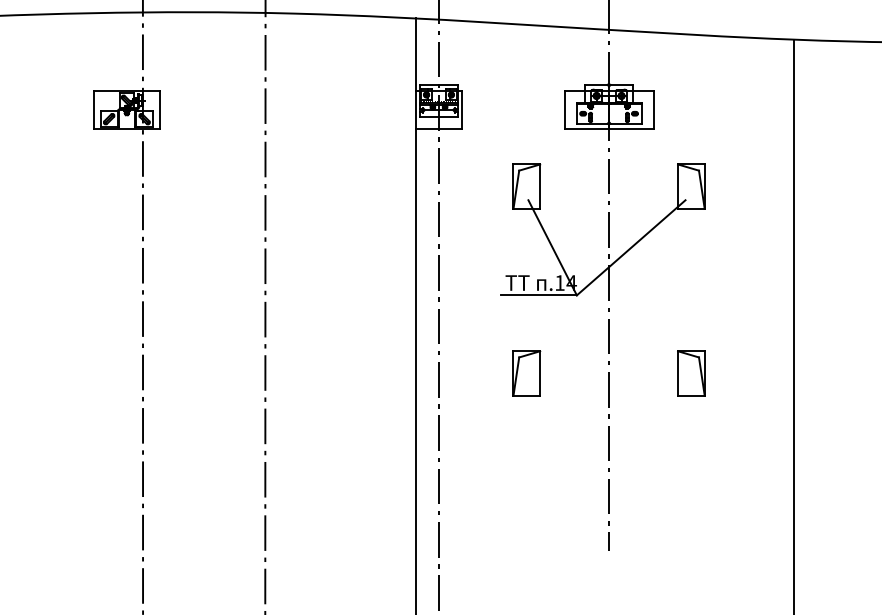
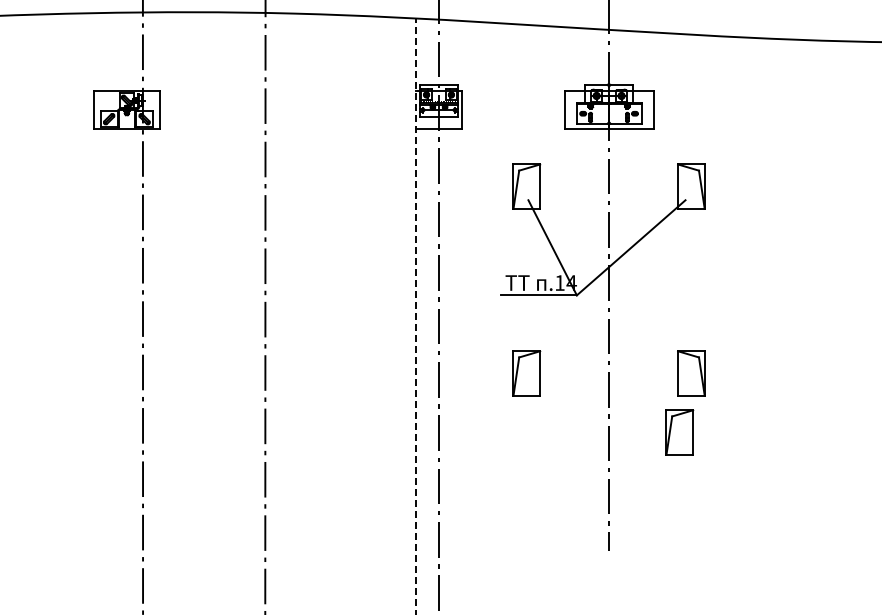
line at (415, 316): solid -> dashed
line at (793, 325): present -> none
part at (679, 432): none -> present
